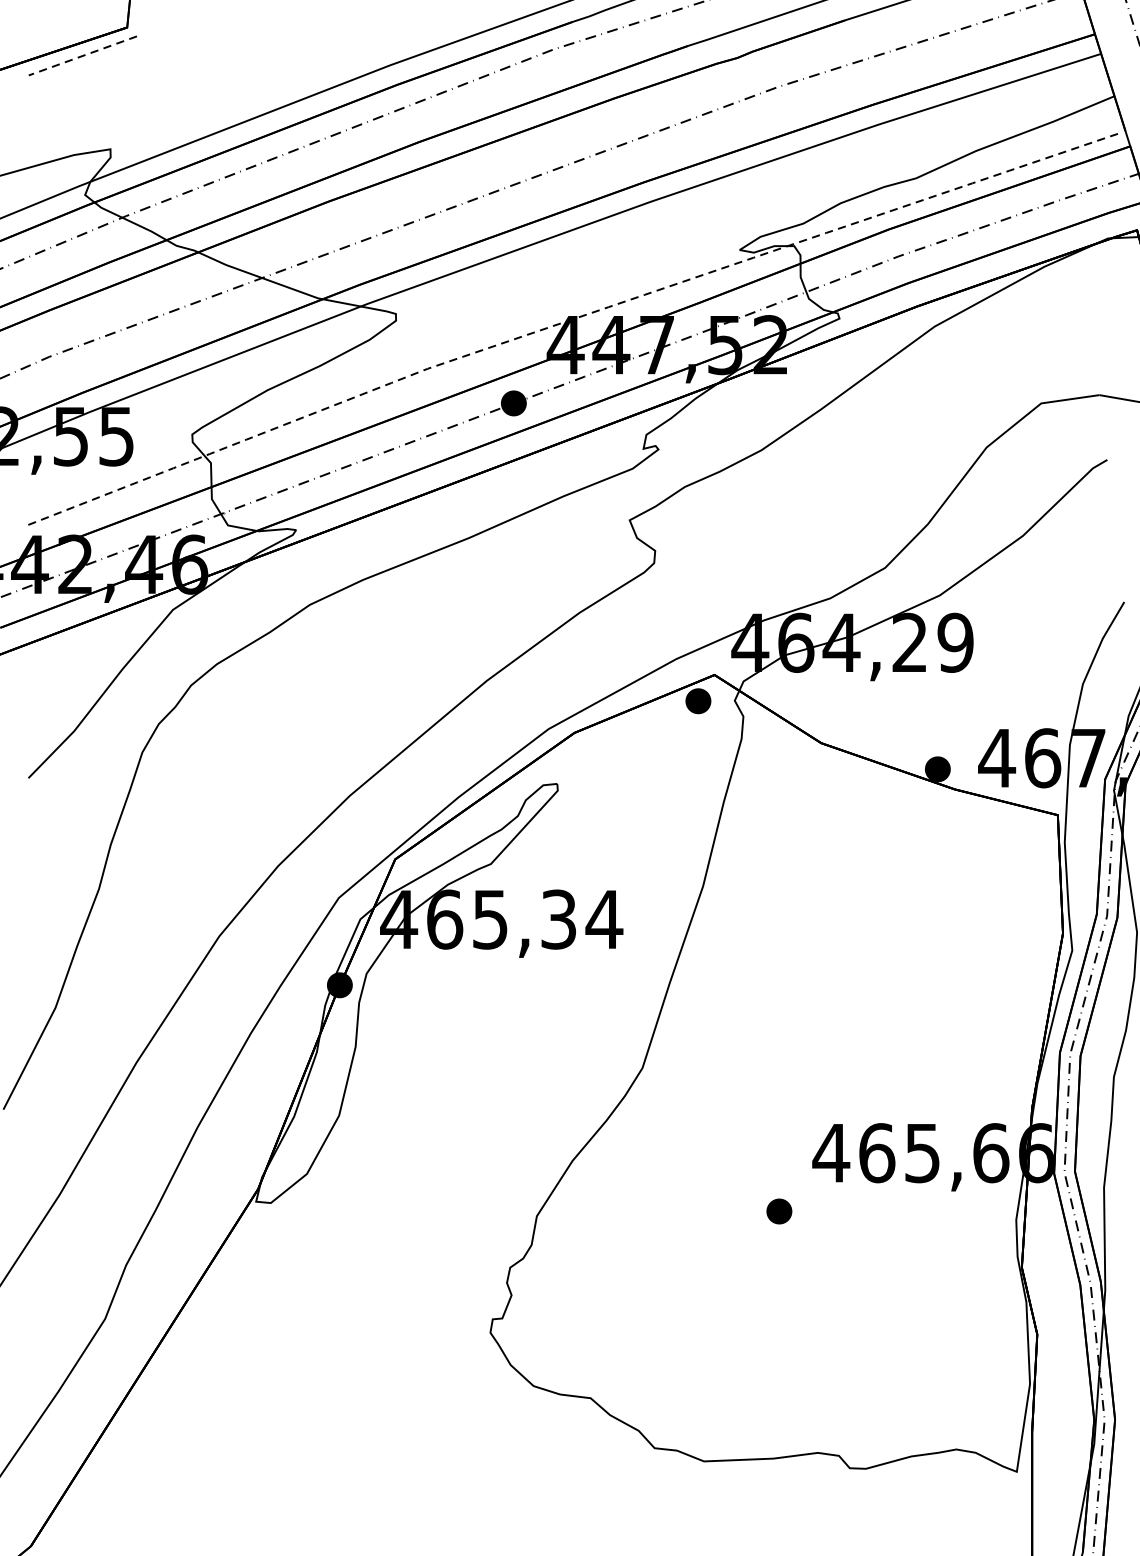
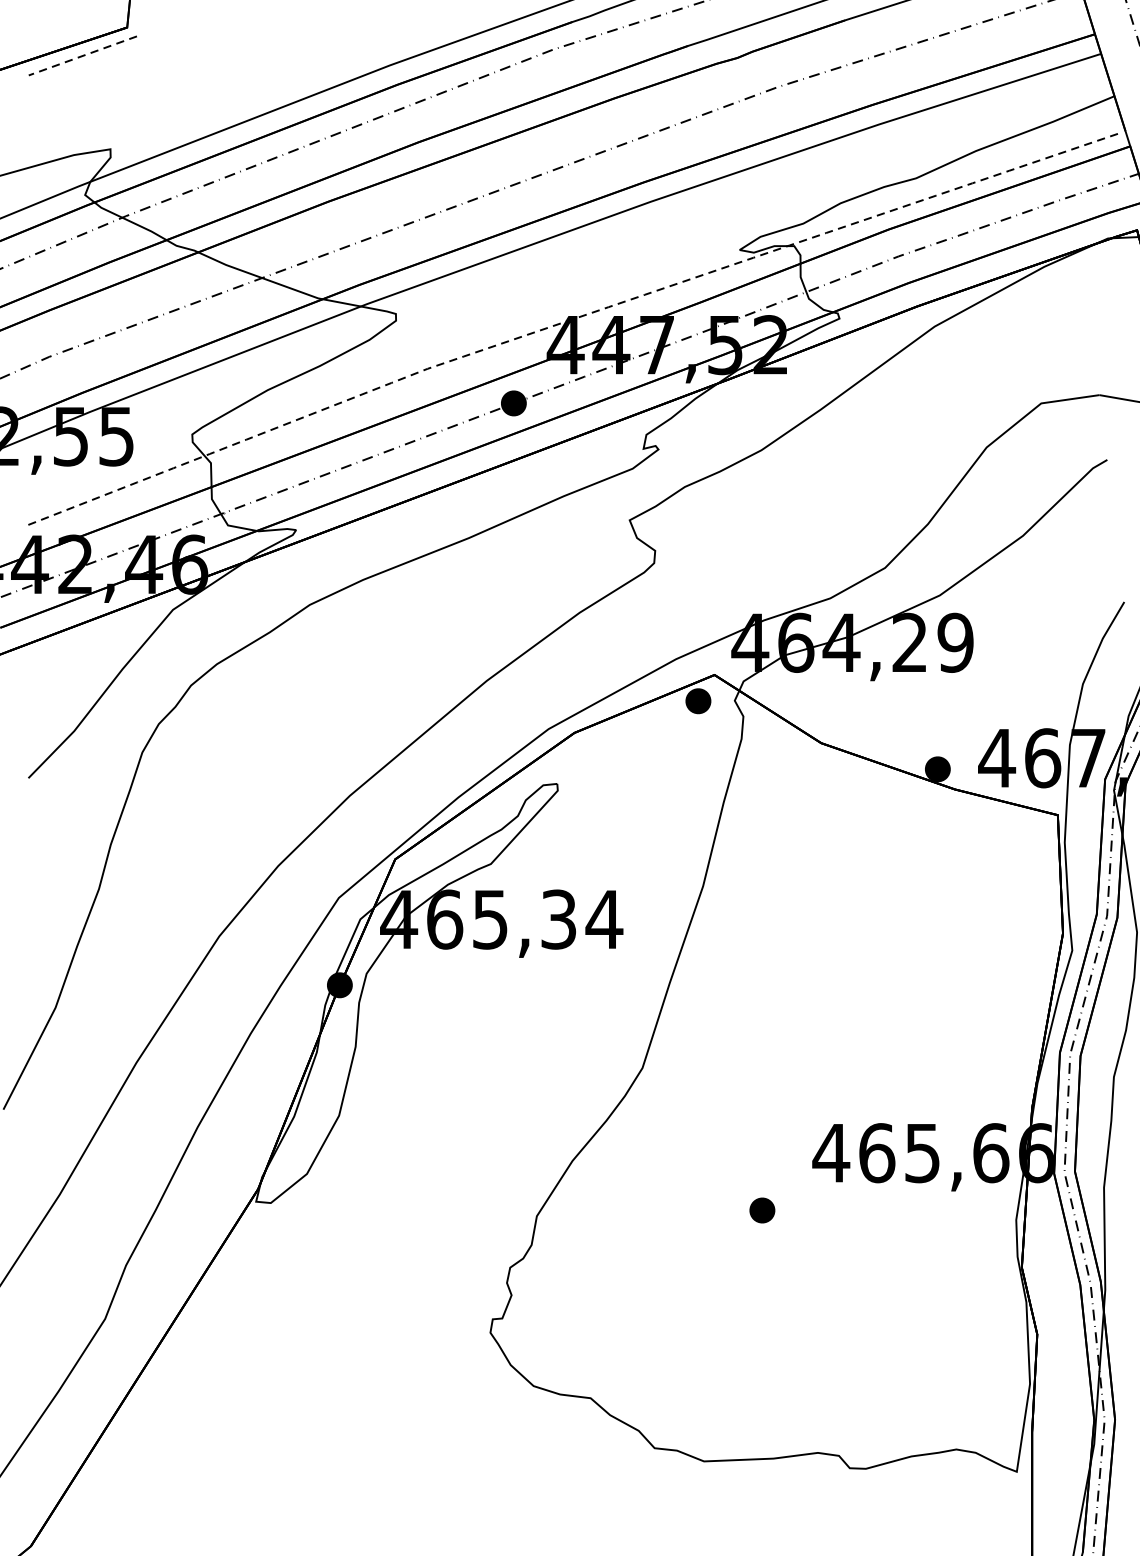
part at (779, 1211) position: (779, 1211) -> (762, 1210)
